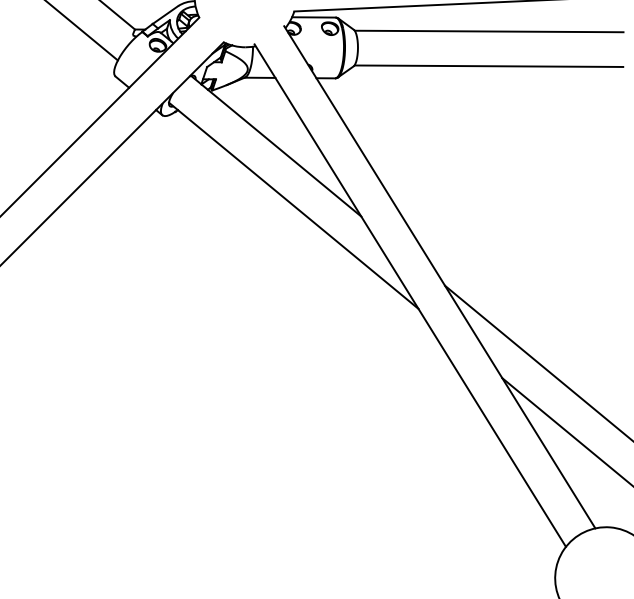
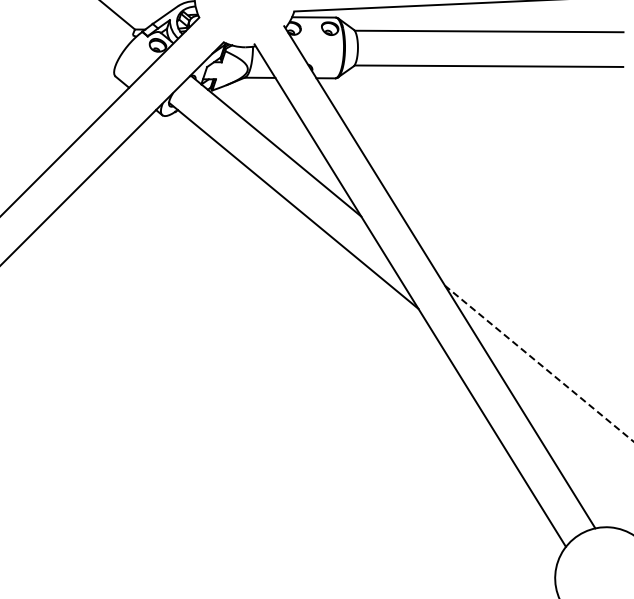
line at (82, 31): present -> none
line at (538, 363): solid -> dashed
line at (566, 431): present -> none
